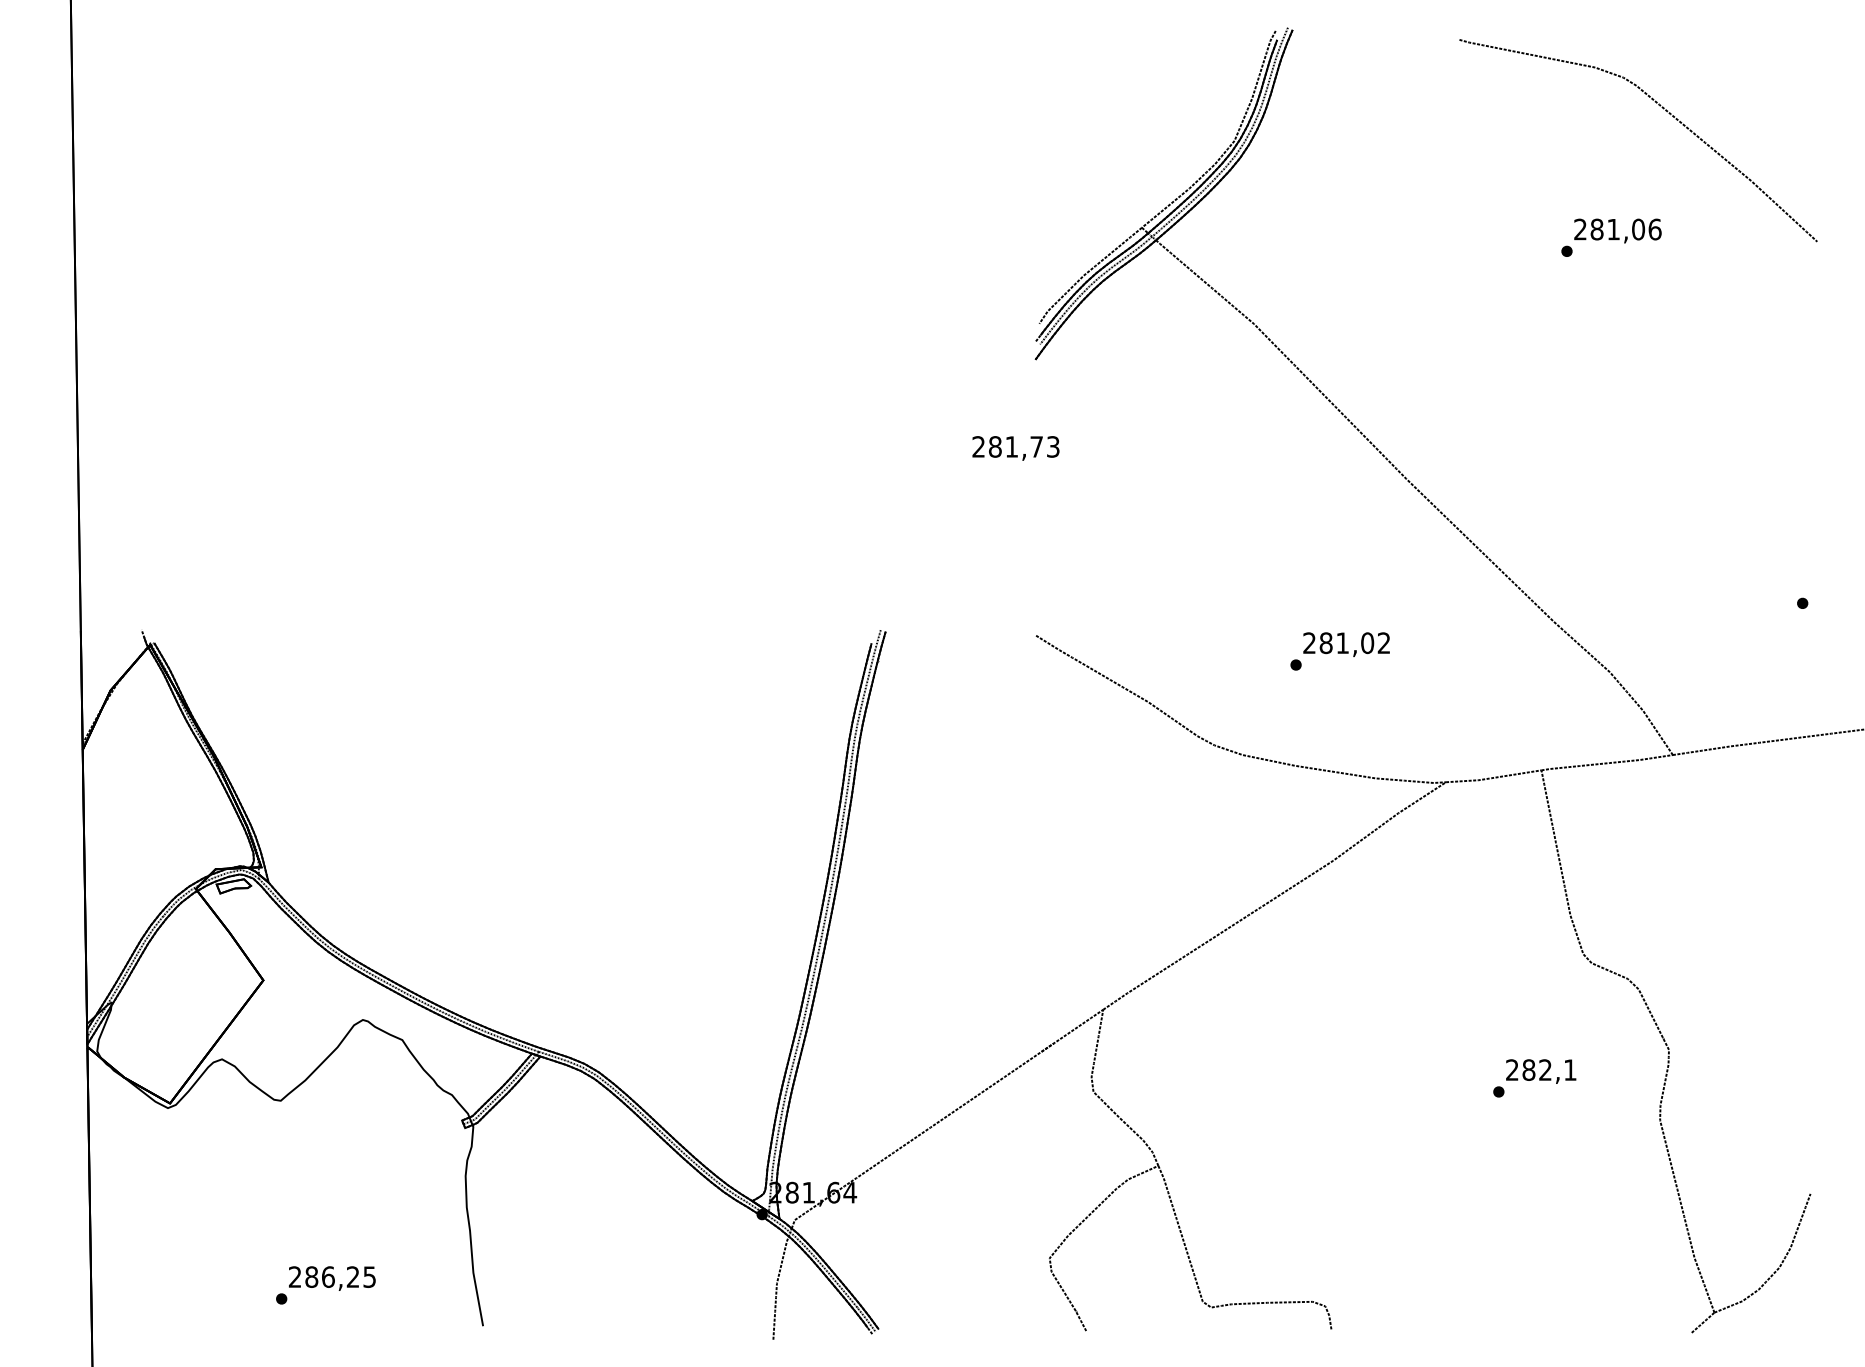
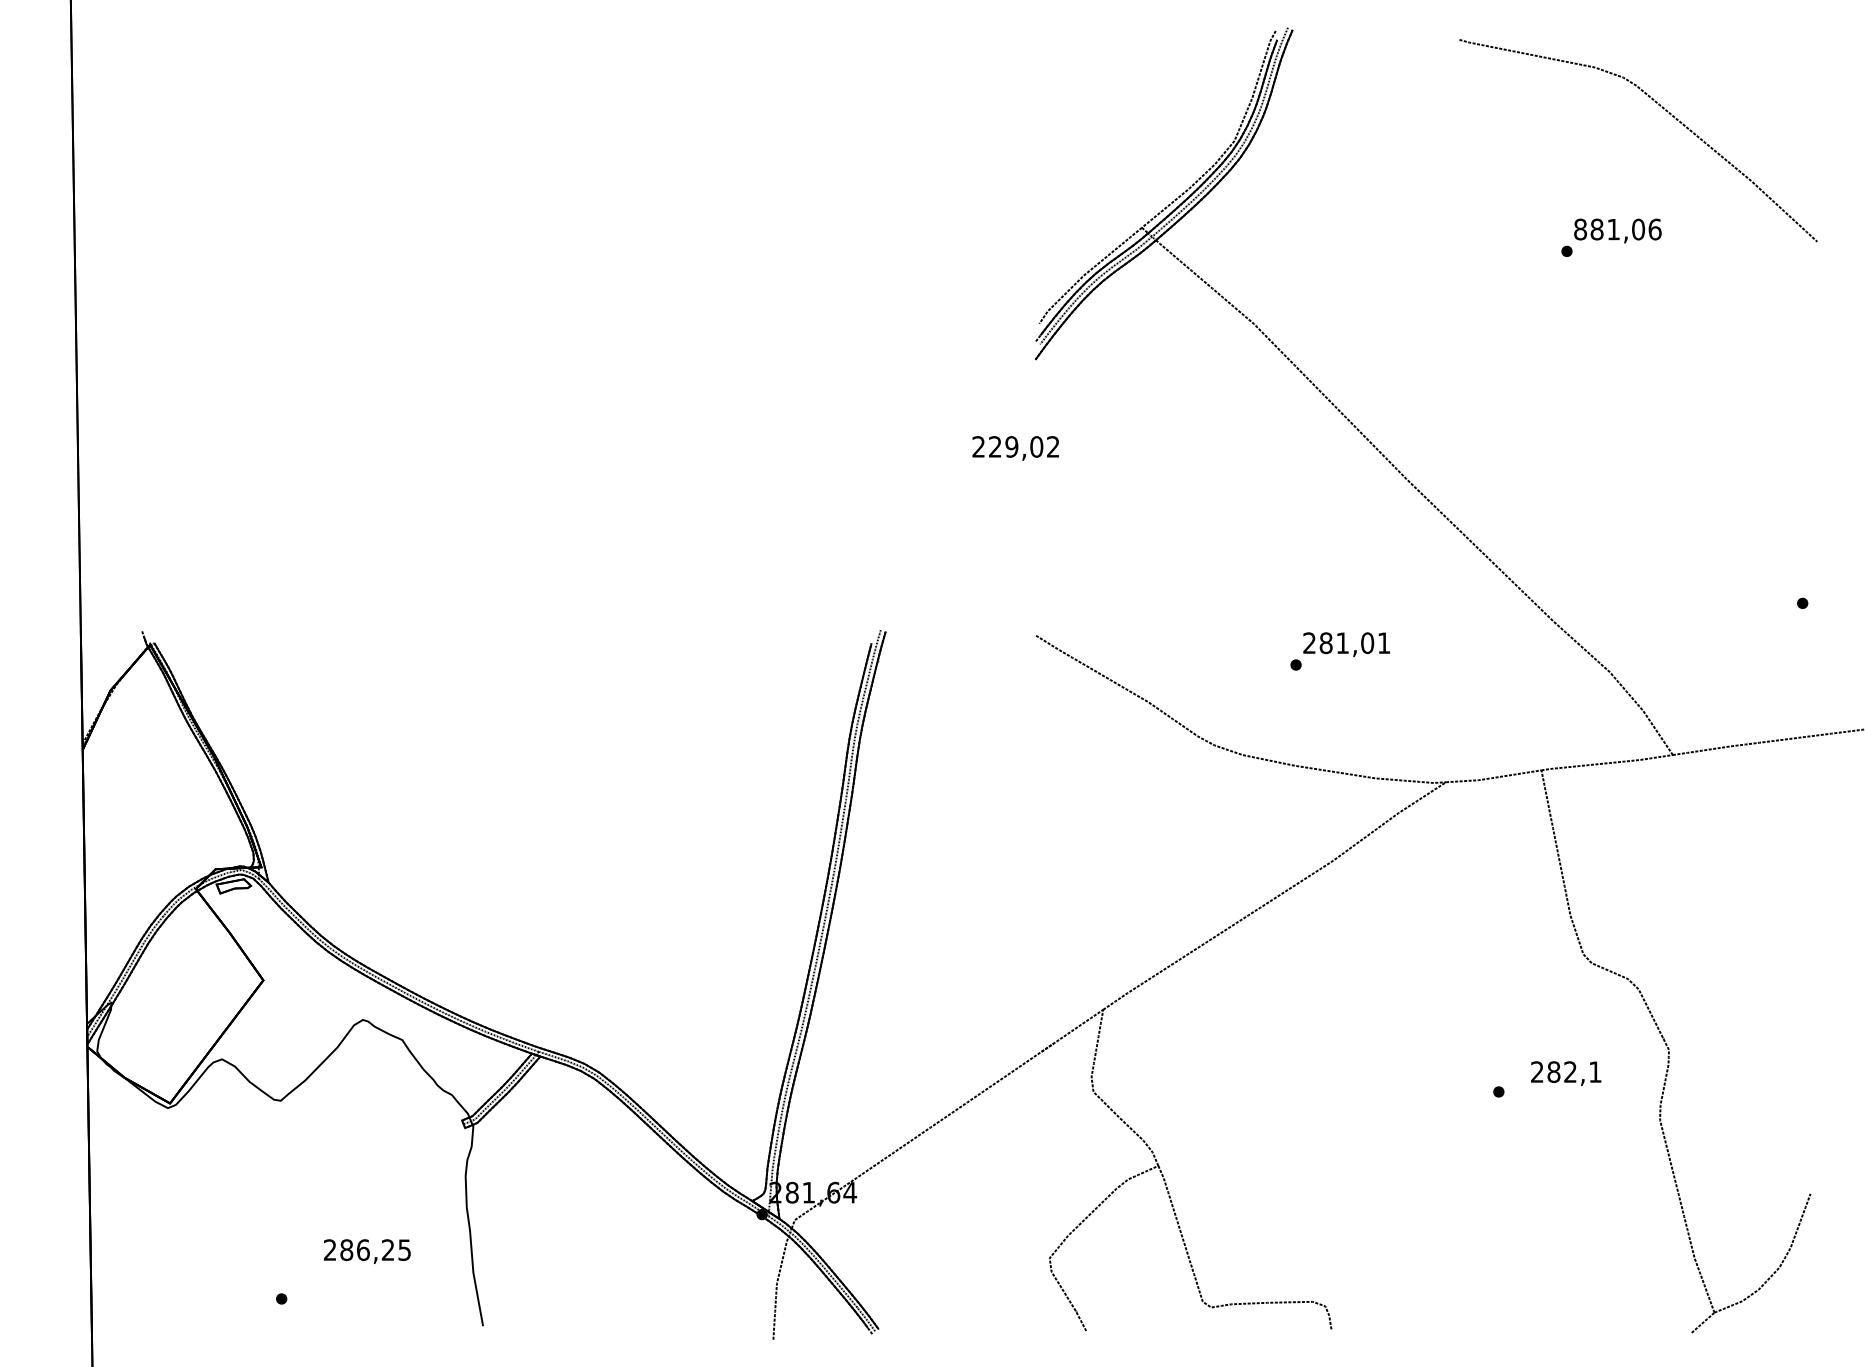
text at (1580, 229): 281,06 -> 881,06
text at (1024, 446): 281,73 -> 229,02
text at (1383, 642): 281,02 -> 281,01
text at (1541, 1071) position: (1541, 1071) -> (1566, 1073)
text at (332, 1278) position: (332, 1278) -> (367, 1251)
